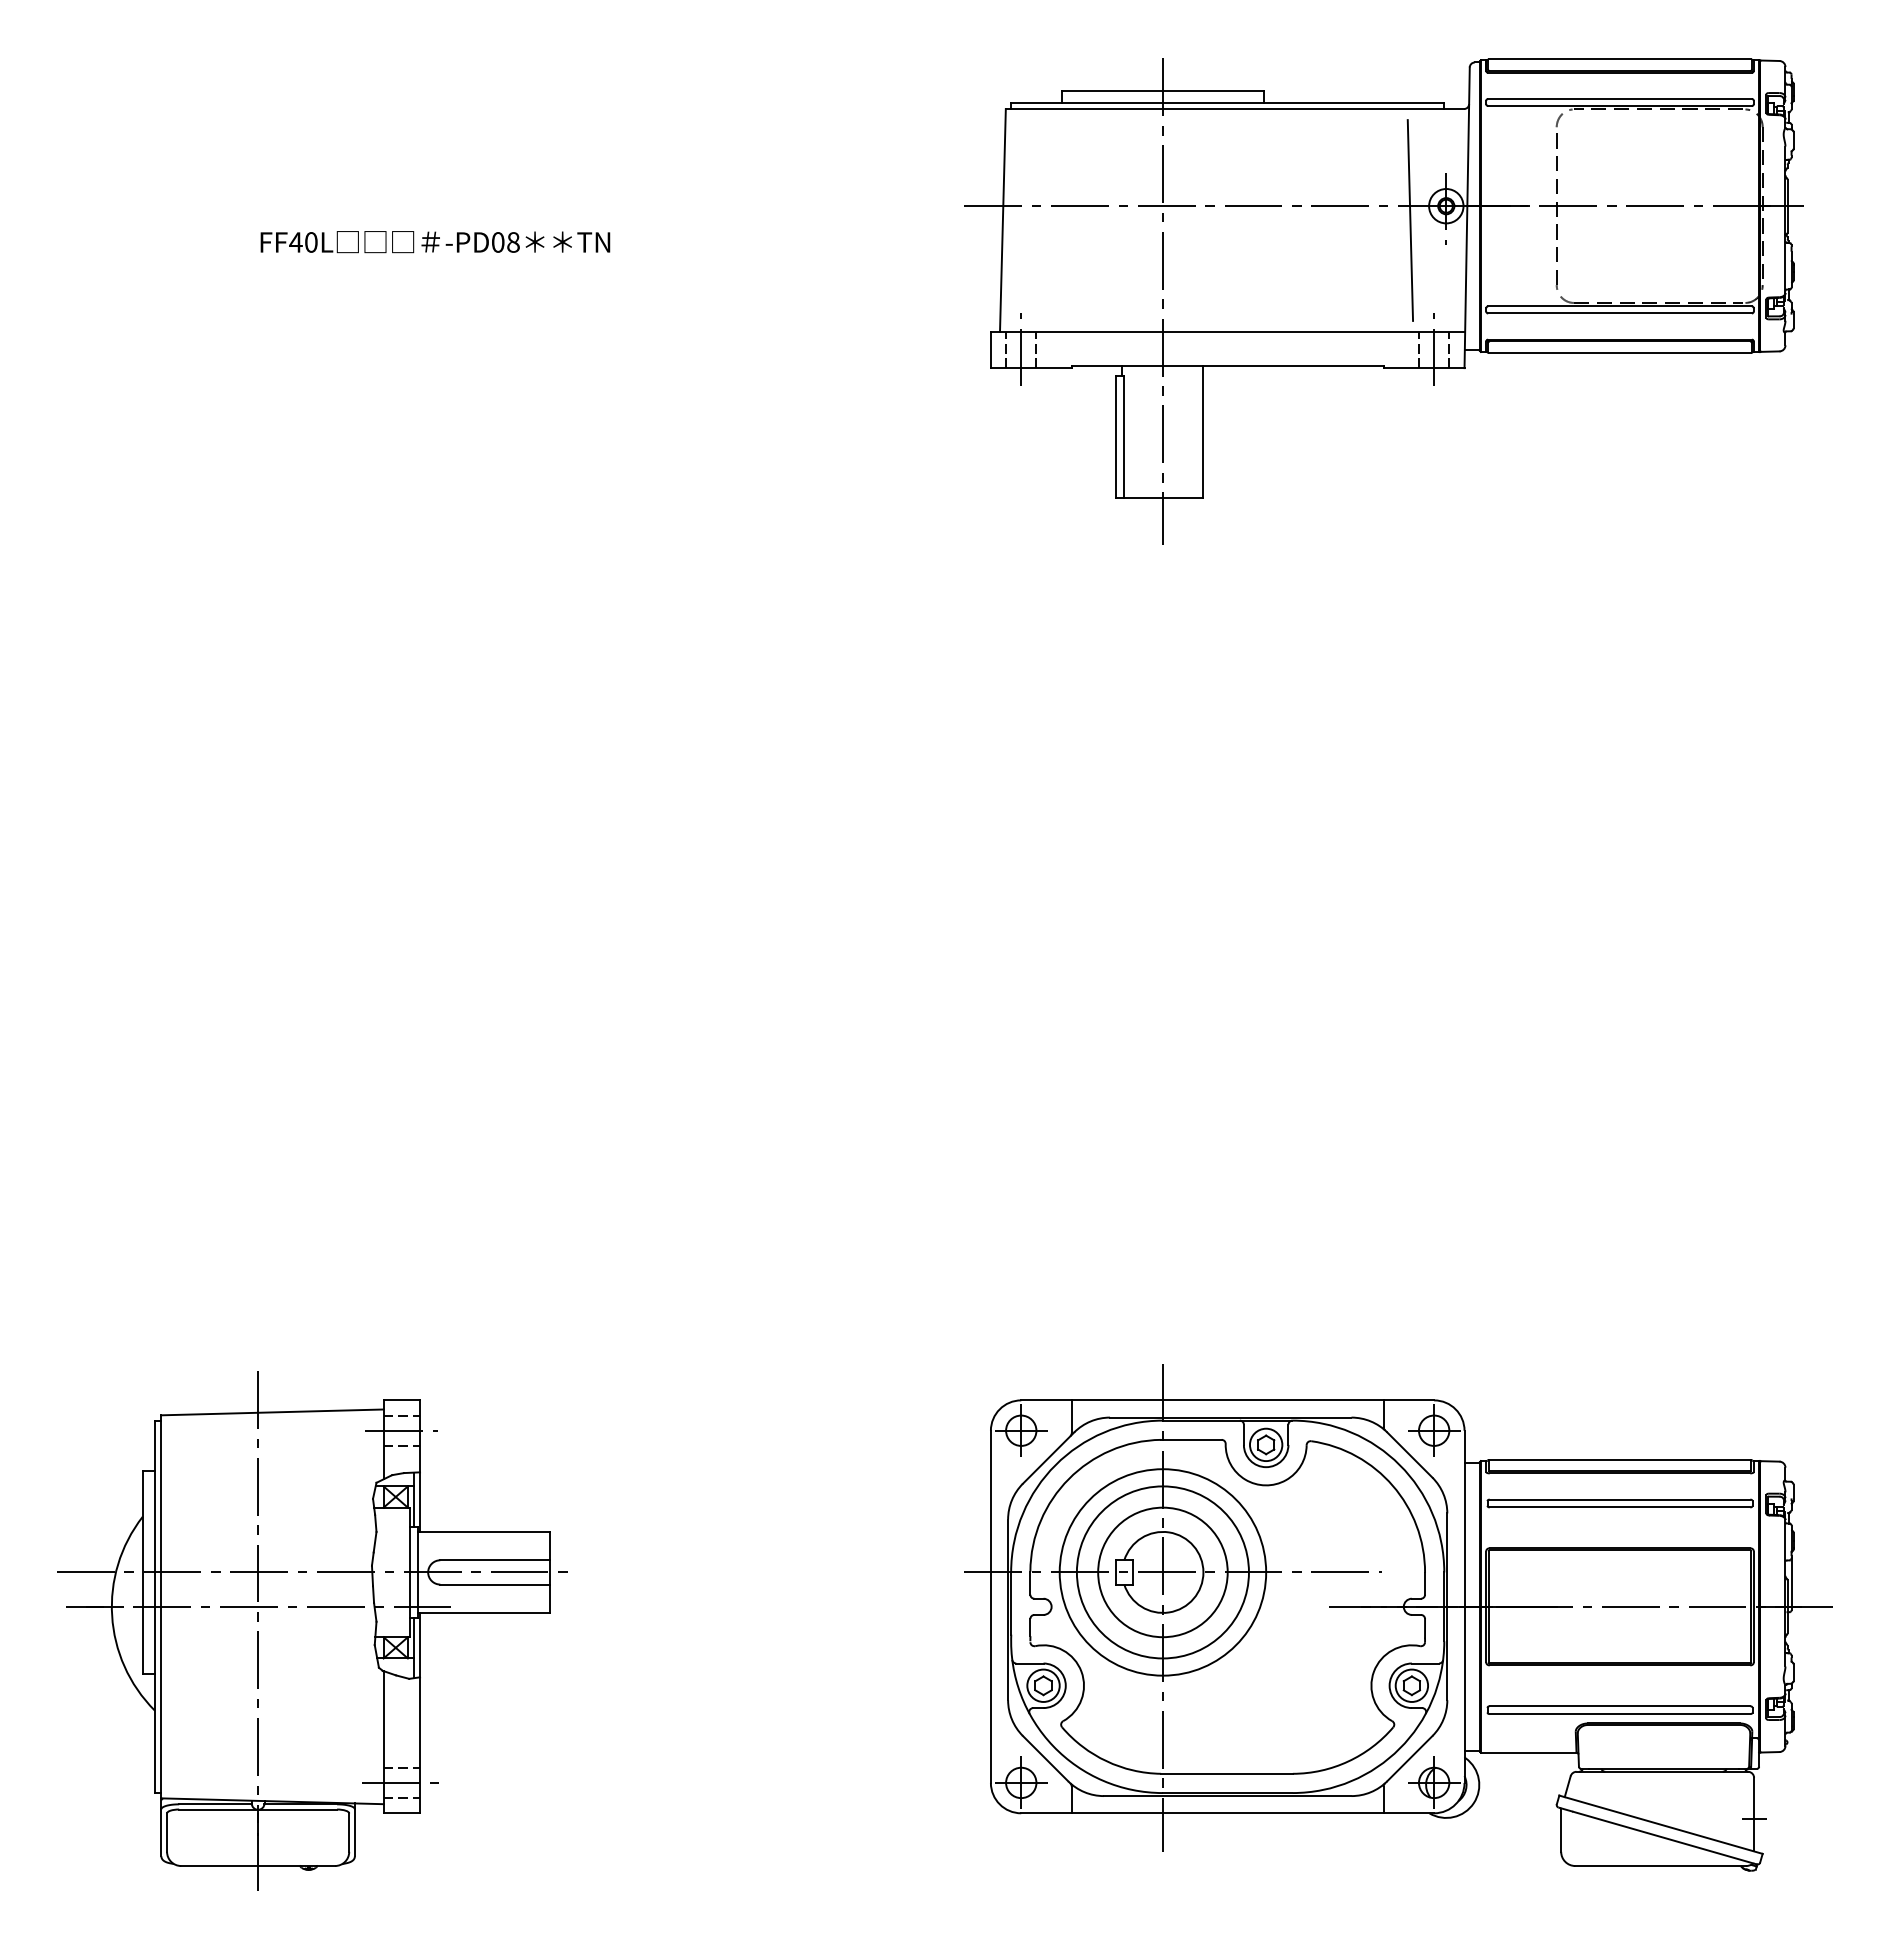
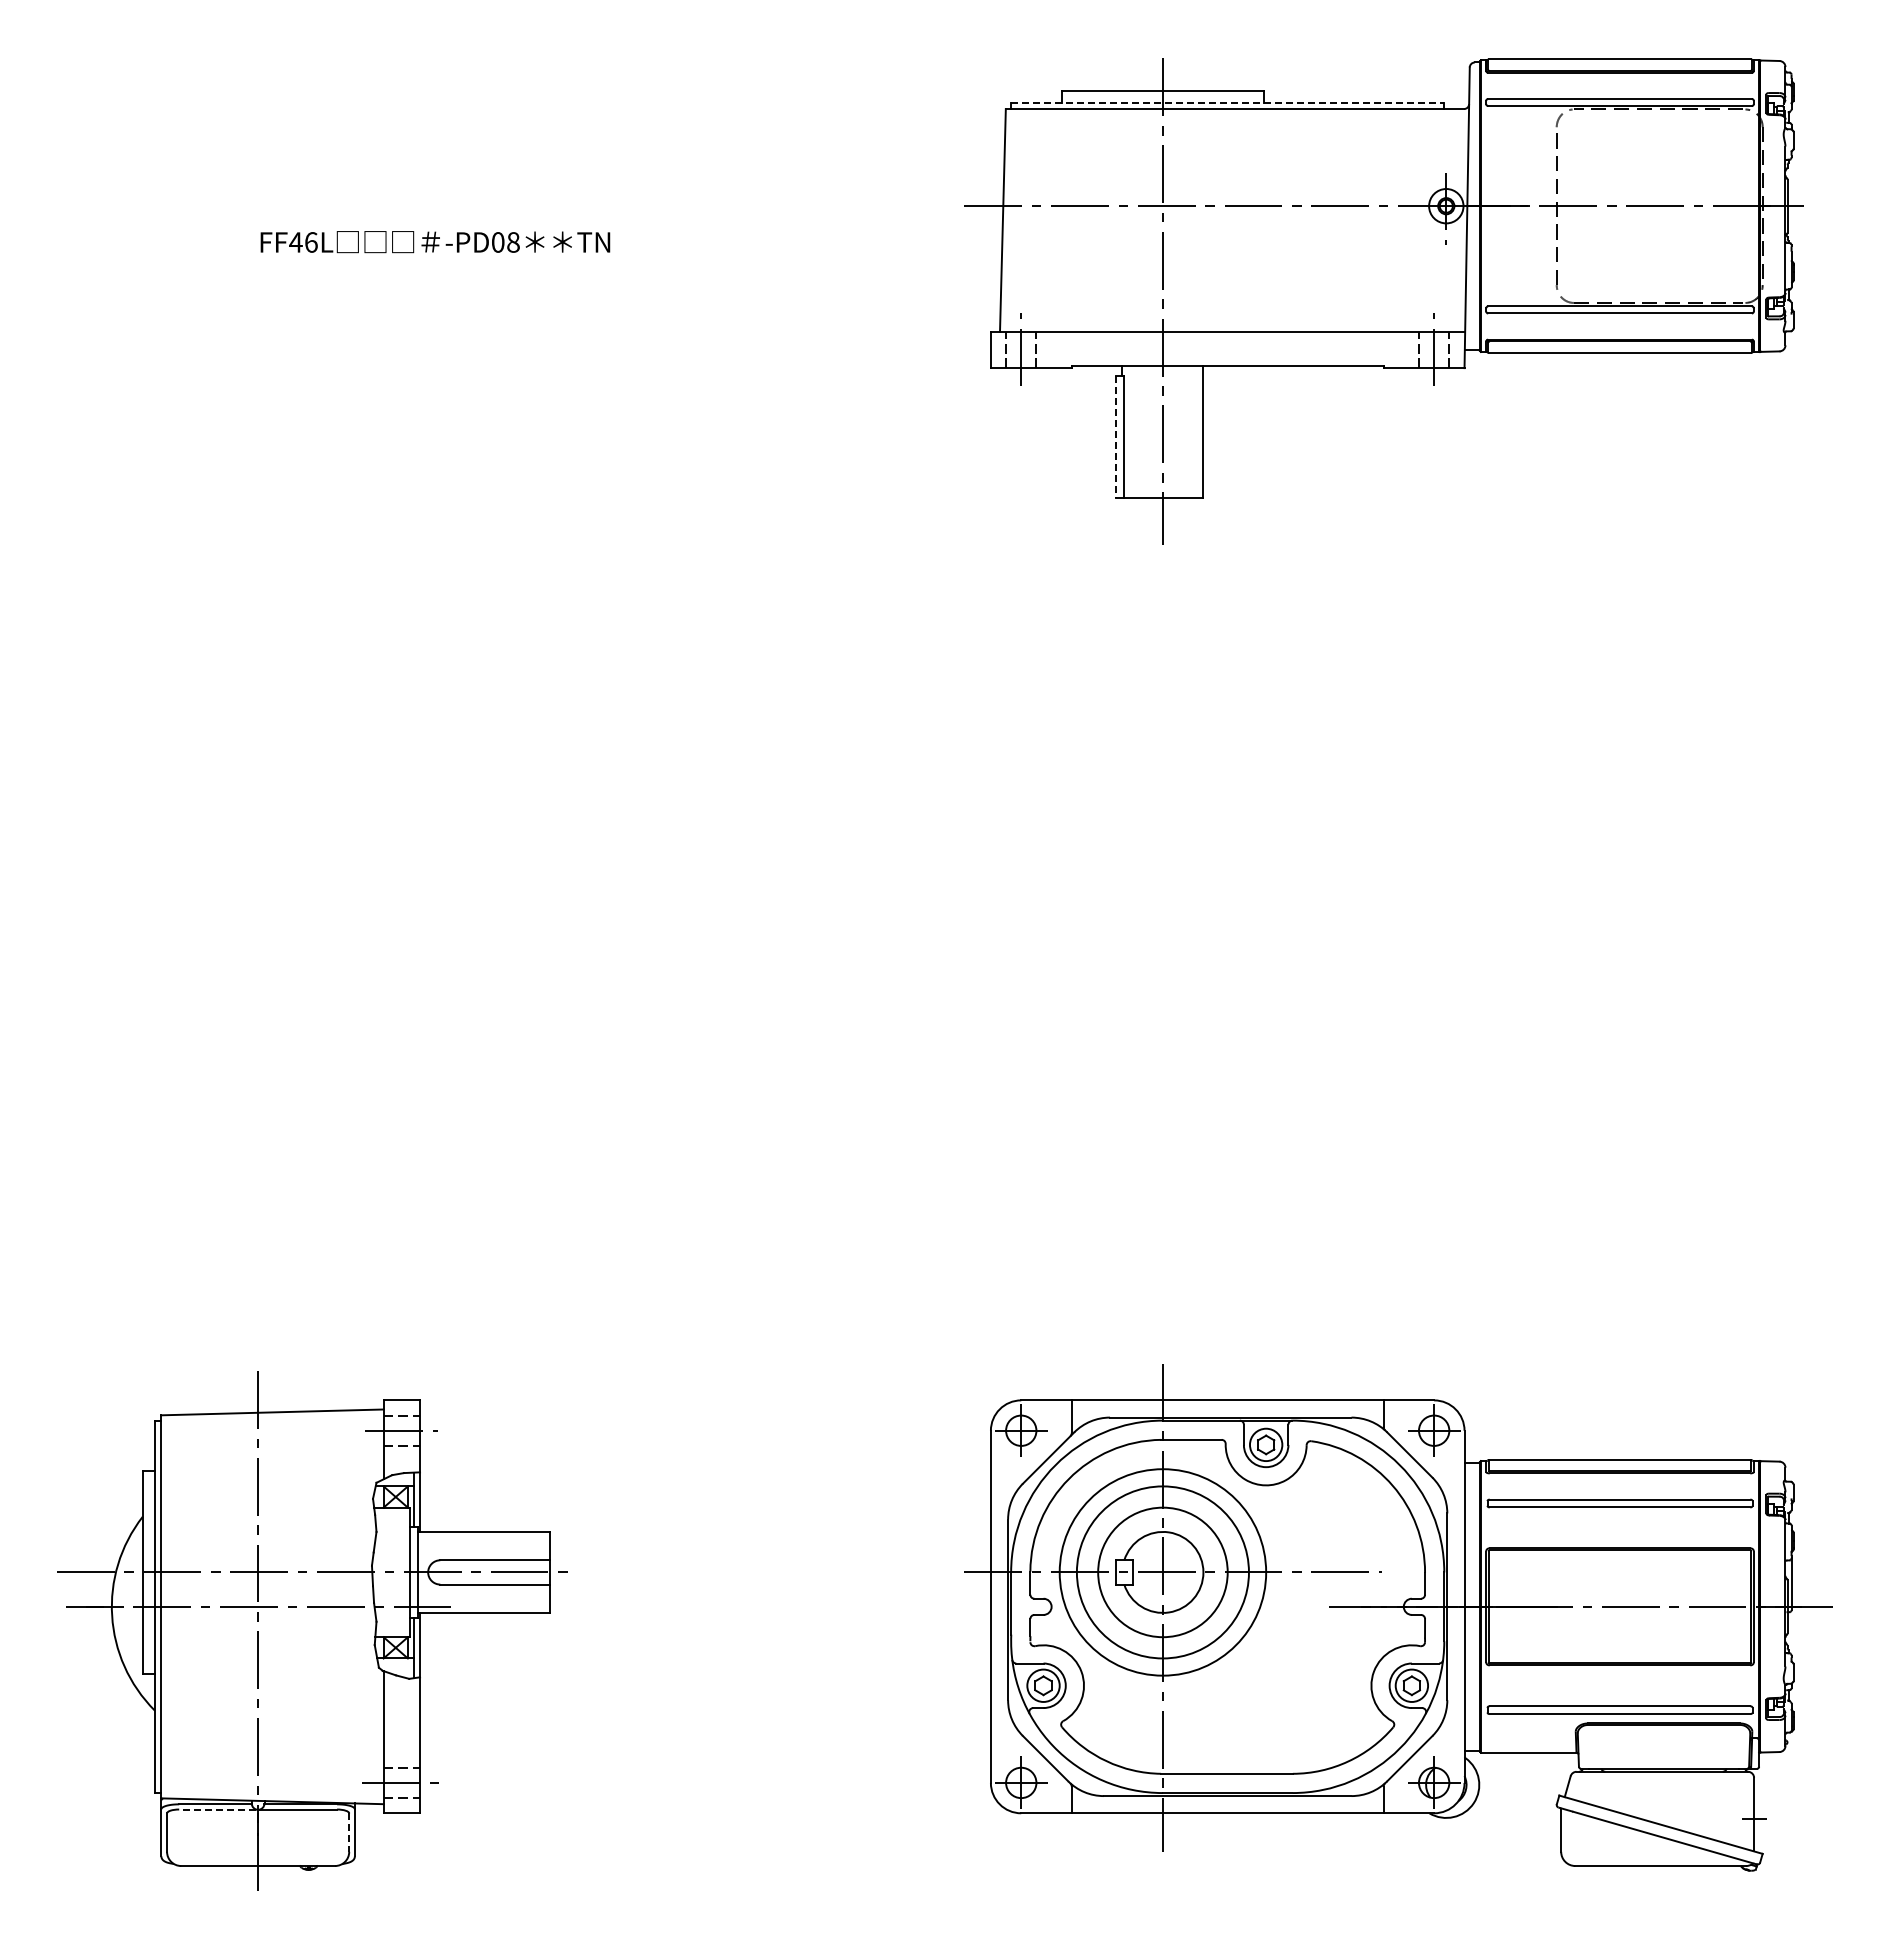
line at (1227, 102): solid -> dashed
line at (1410, 220): present -> none
text at (311, 242): FF40L -> FF46L
line at (1116, 436): solid -> dashed
line at (217, 1809): solid -> dashed
line at (349, 1833): solid -> dashed
